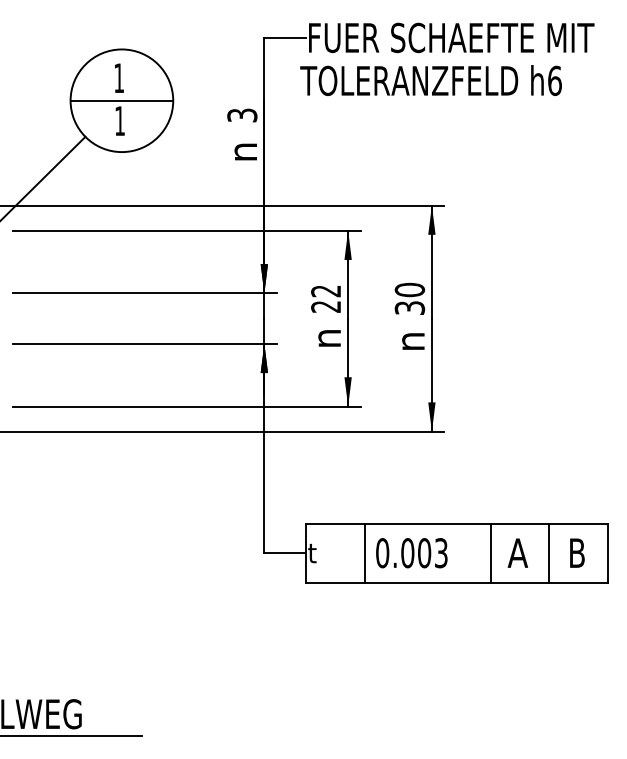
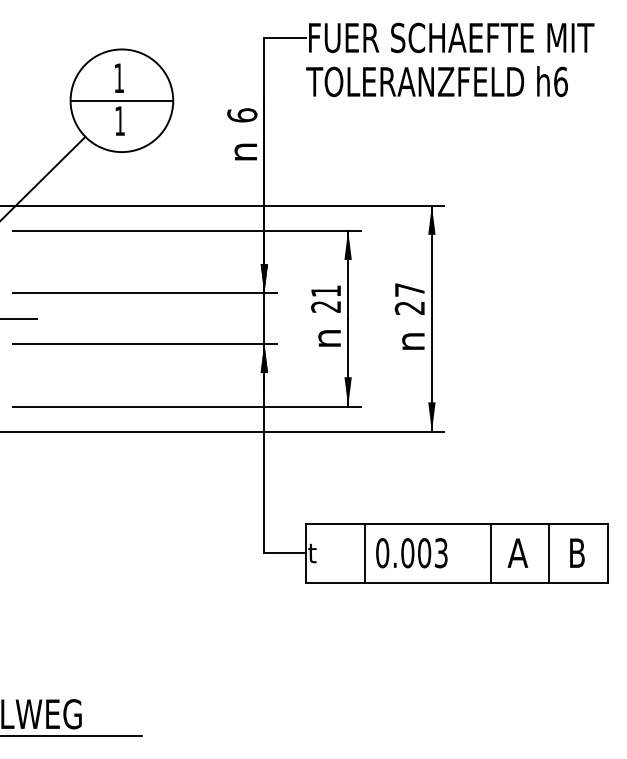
text at (430, 80) position: (430, 80) -> (436, 81)
text at (242, 115): 3 -> 6
text at (325, 291): 22 -> 21
text at (409, 298): 30 -> 27
line at (20, 318): none -> present
